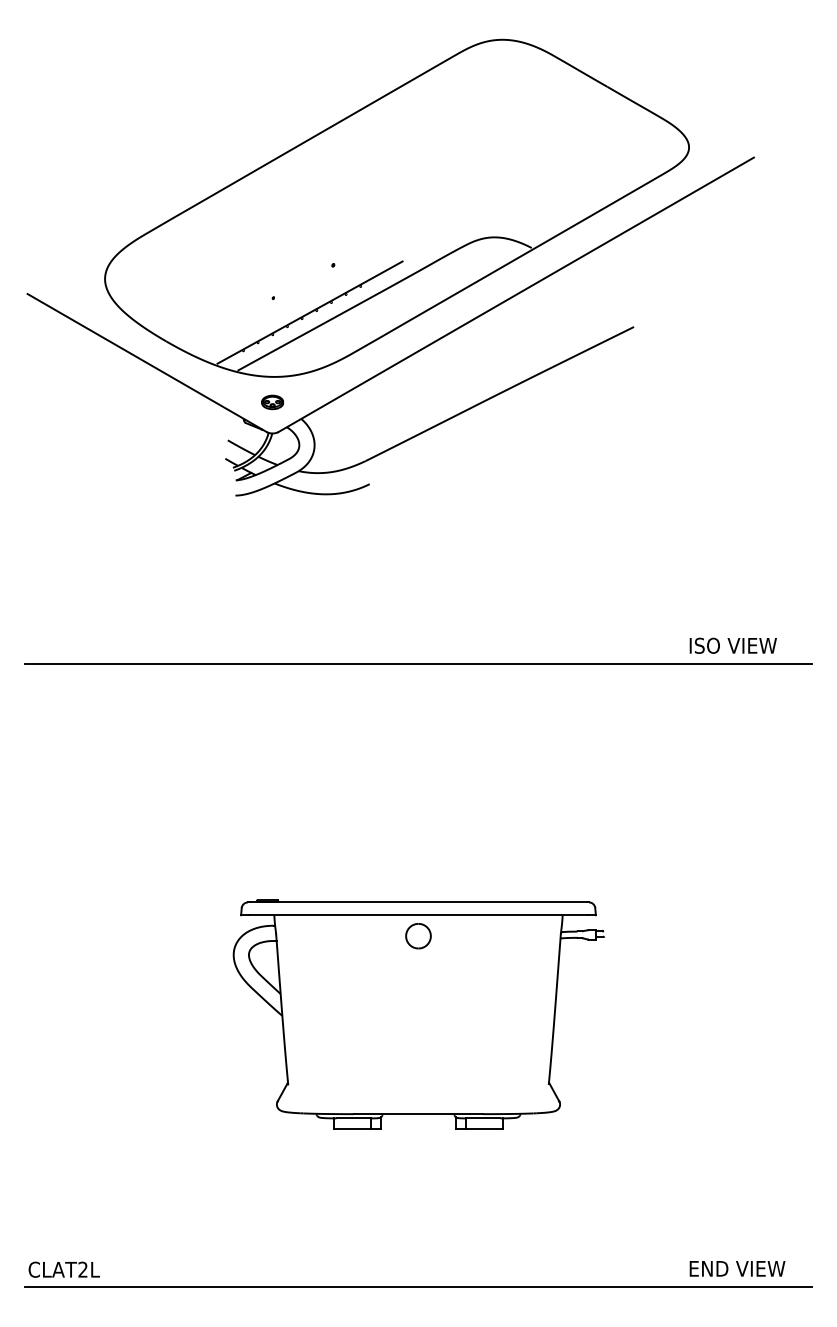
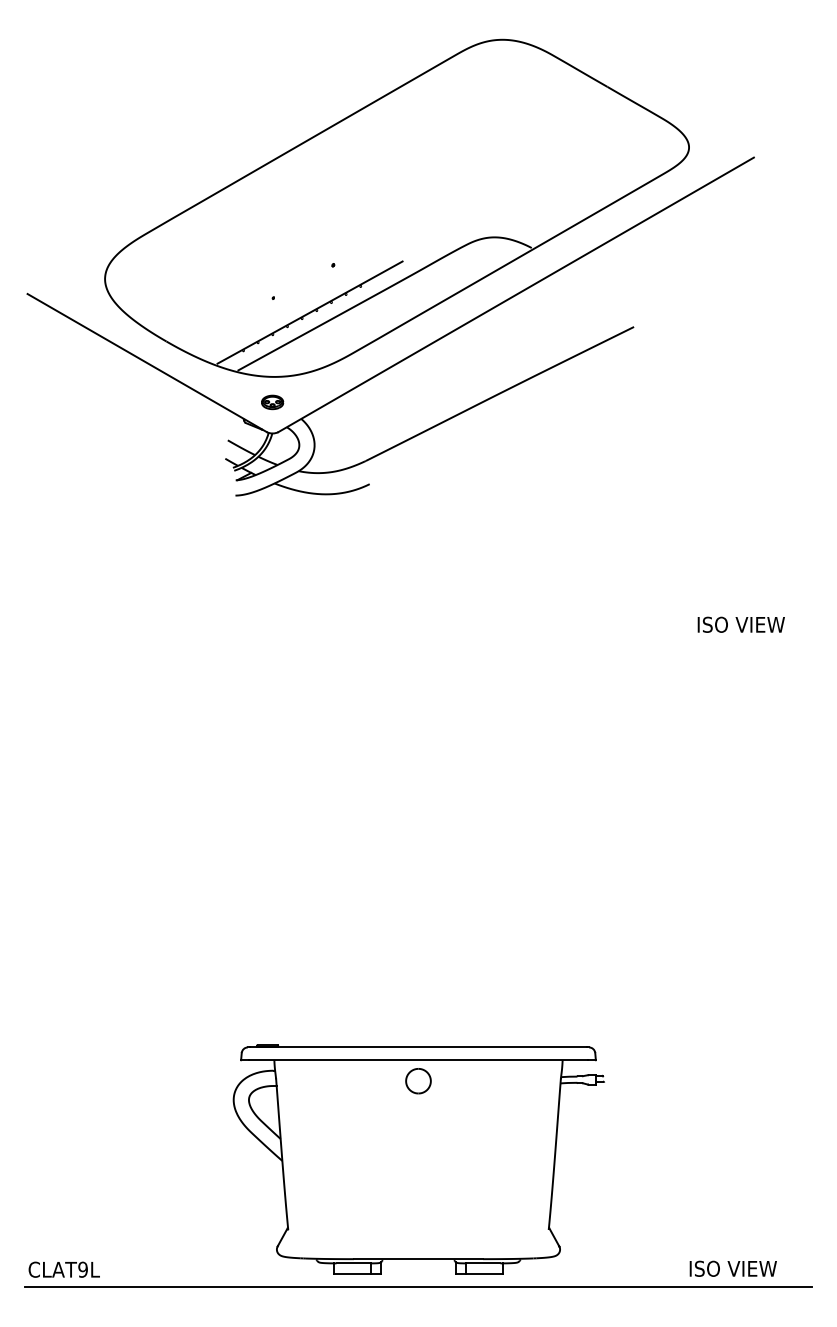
text at (732, 645) position: (732, 645) -> (740, 624)
line at (418, 664): present -> none
part at (418, 1014) position: (418, 1014) -> (418, 1159)
text at (738, 1268): END VIEW -> ISO VIEW
text at (82, 1269): CLAT2L -> CLAT9L
